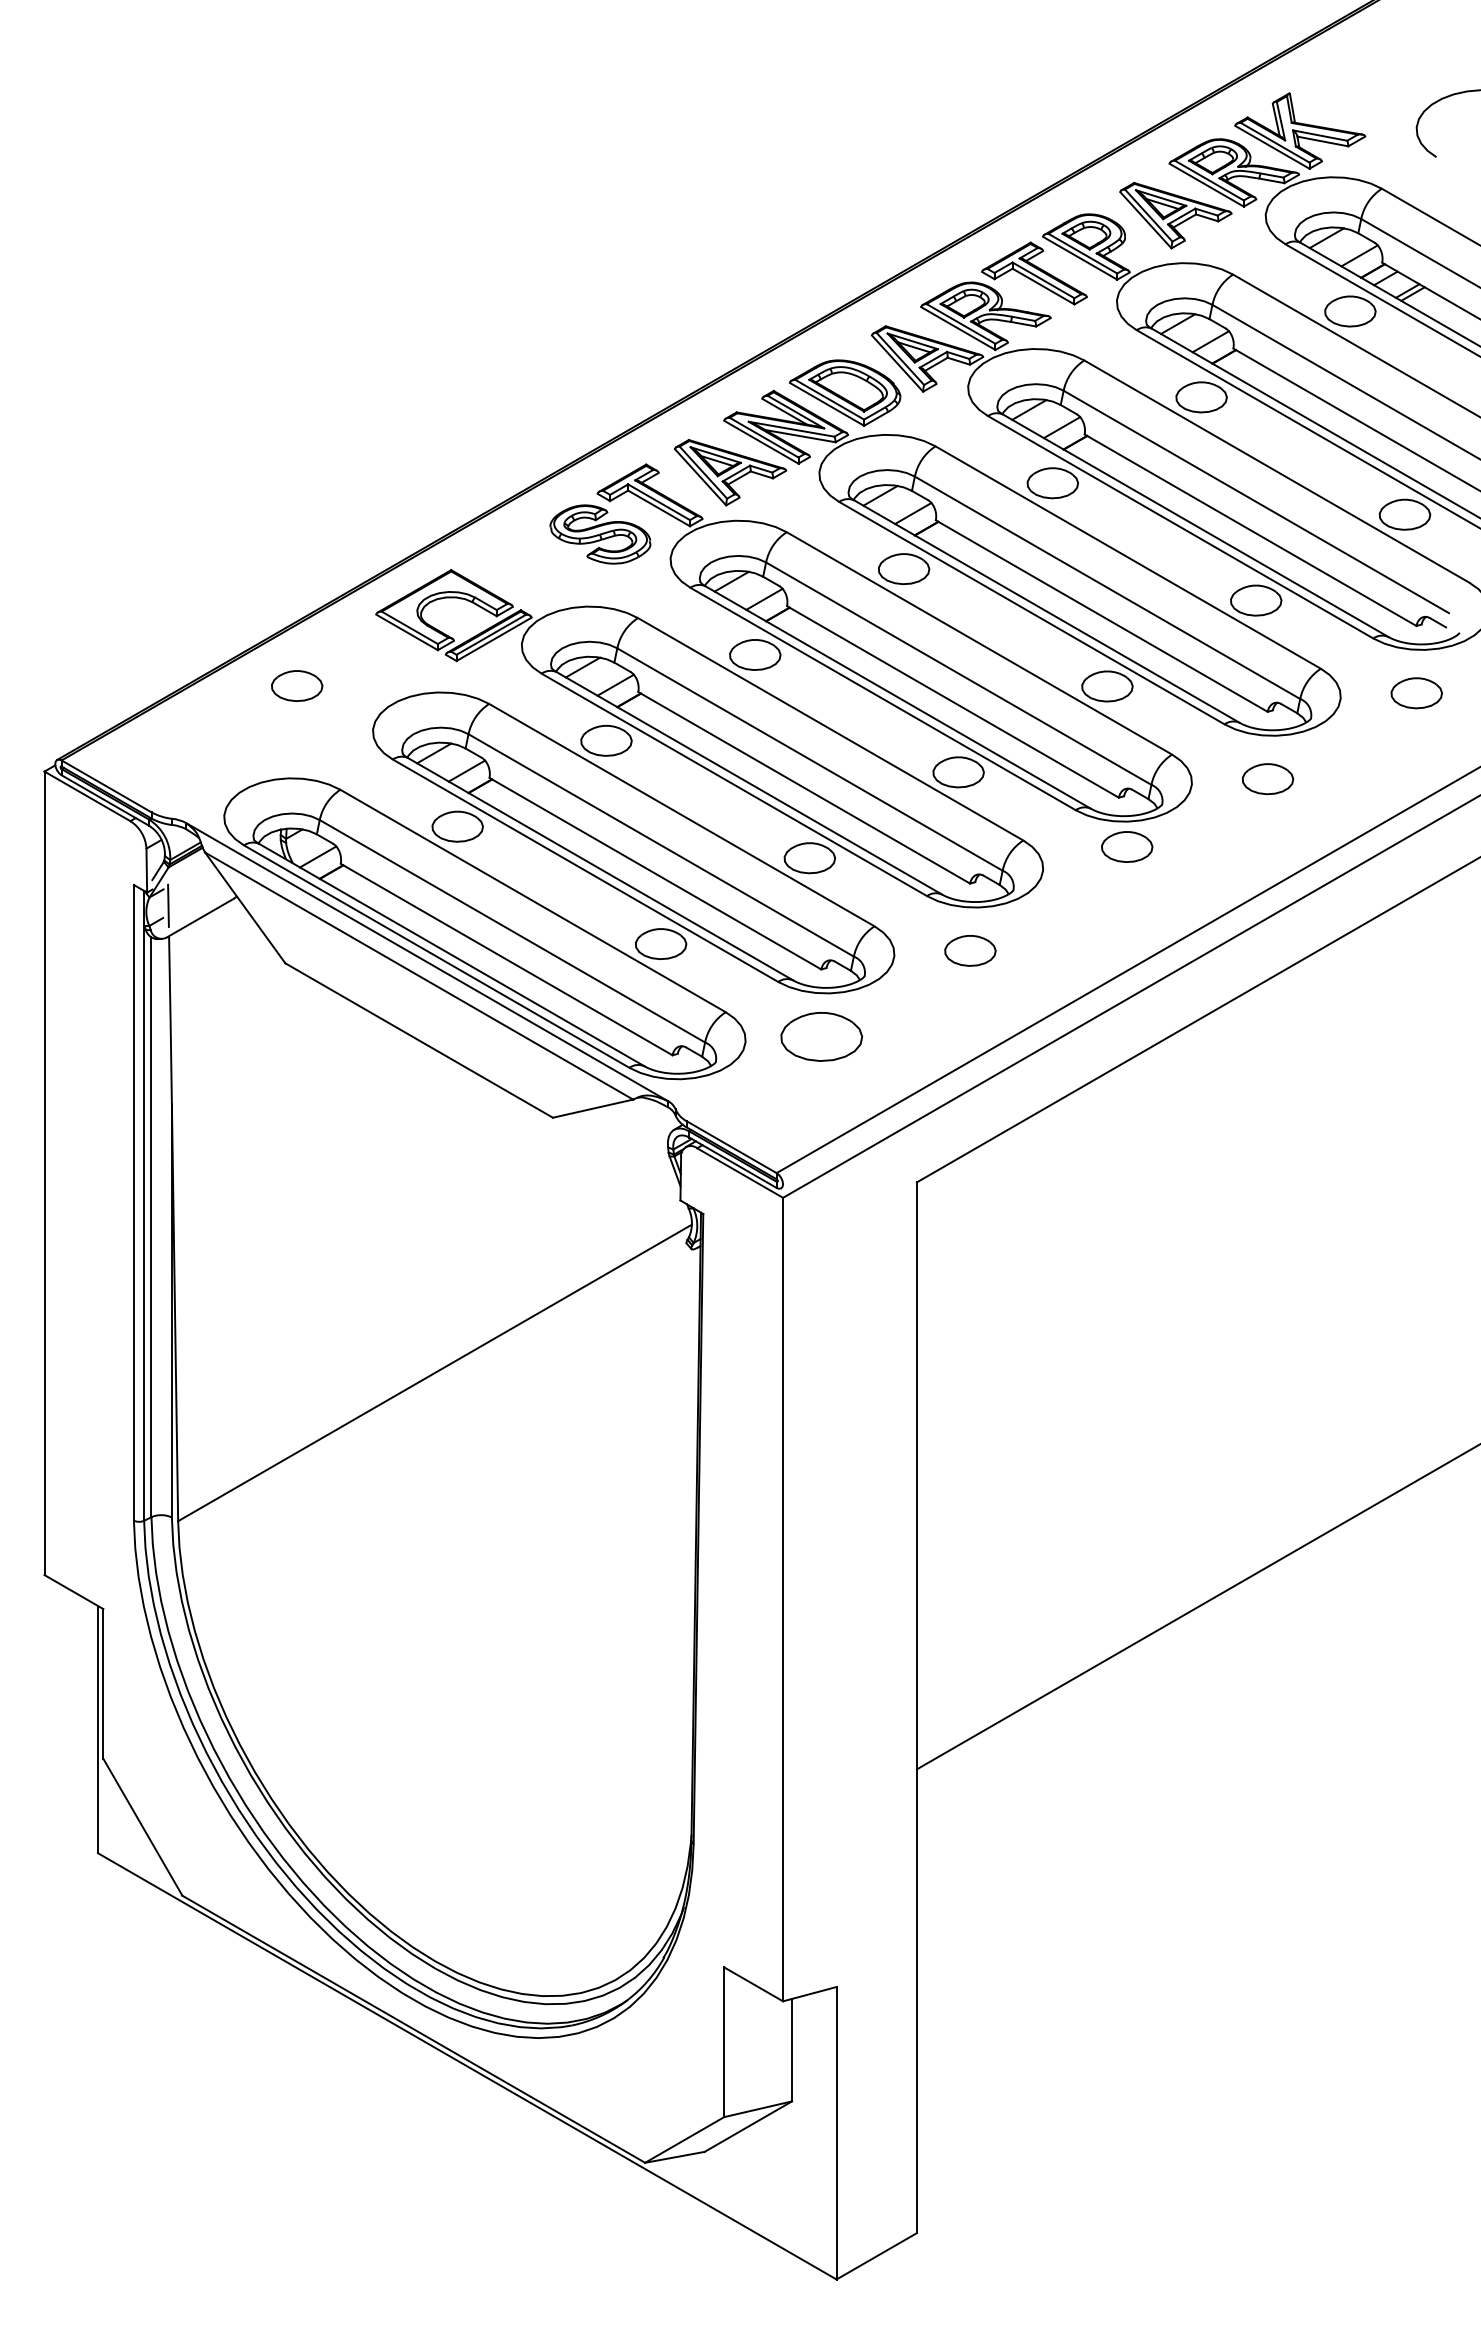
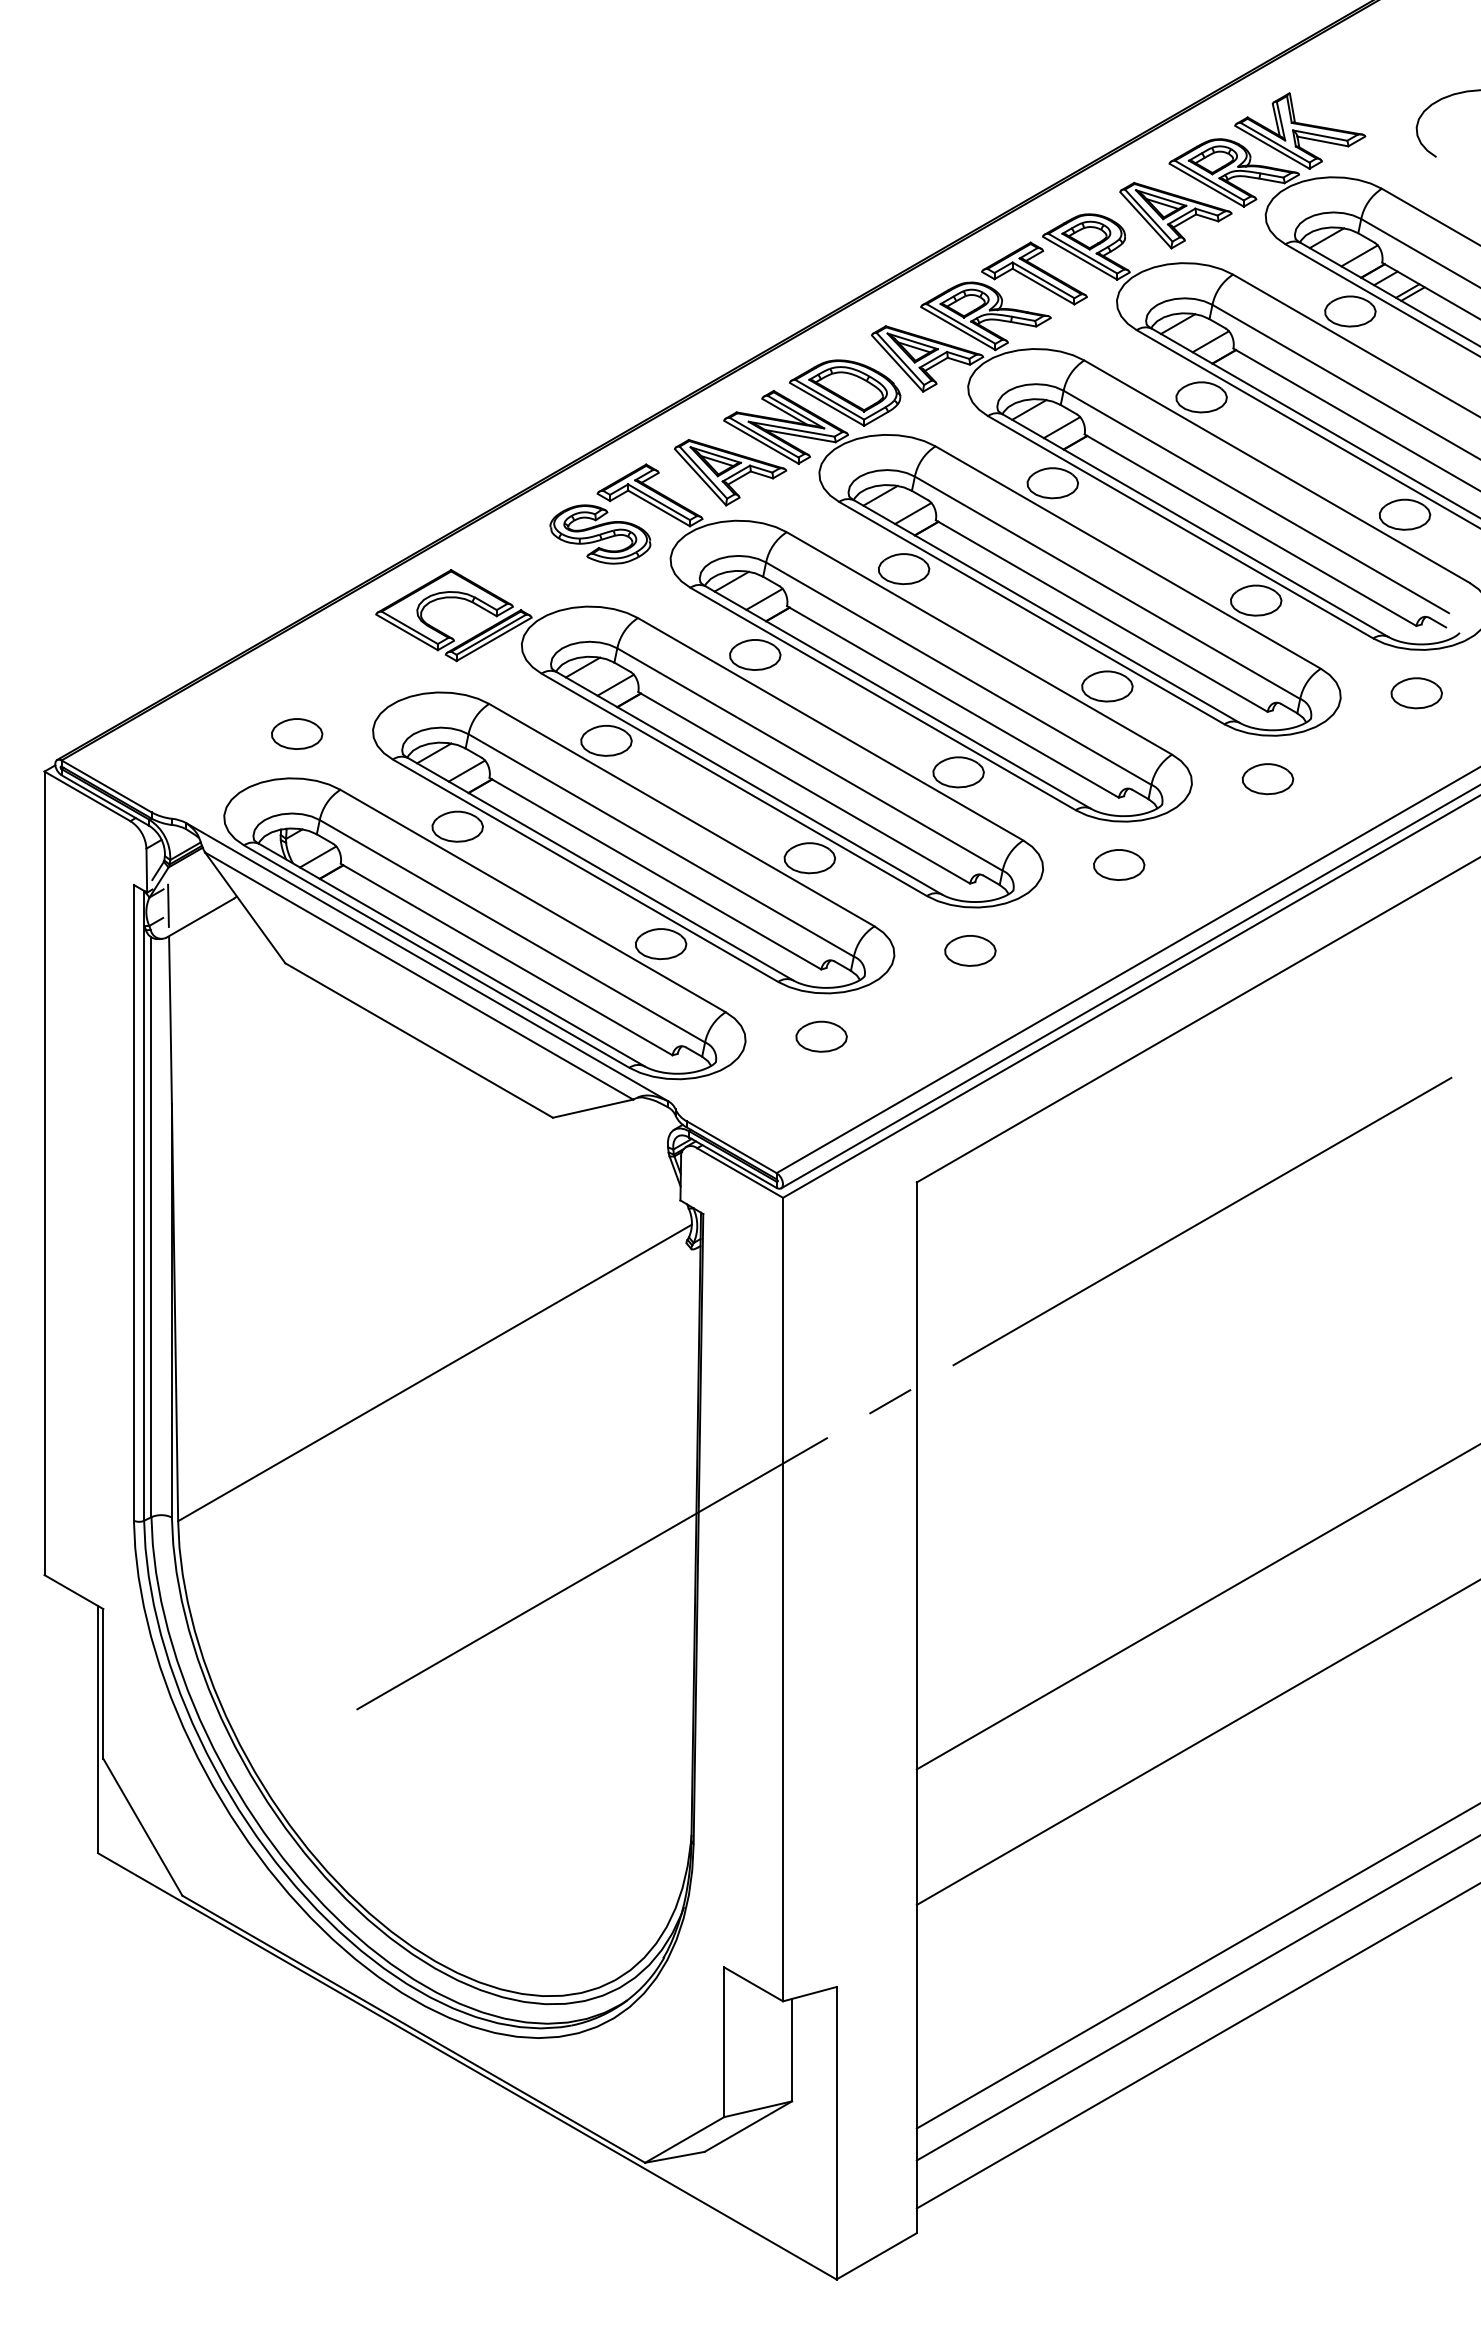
part at (297, 685) position: (297, 685) -> (297, 733)
part at (1127, 846) position: (1127, 846) -> (1119, 864)
line at (1129, 987): none -> present
part at (821, 1036) size: 84x50 px -> 53x33 px
line at (916, 1385): none -> present
line at (1196, 1742): none -> present
line at (1196, 1966): none -> present
line at (1196, 1998): none -> present
line at (1196, 2046): none -> present
